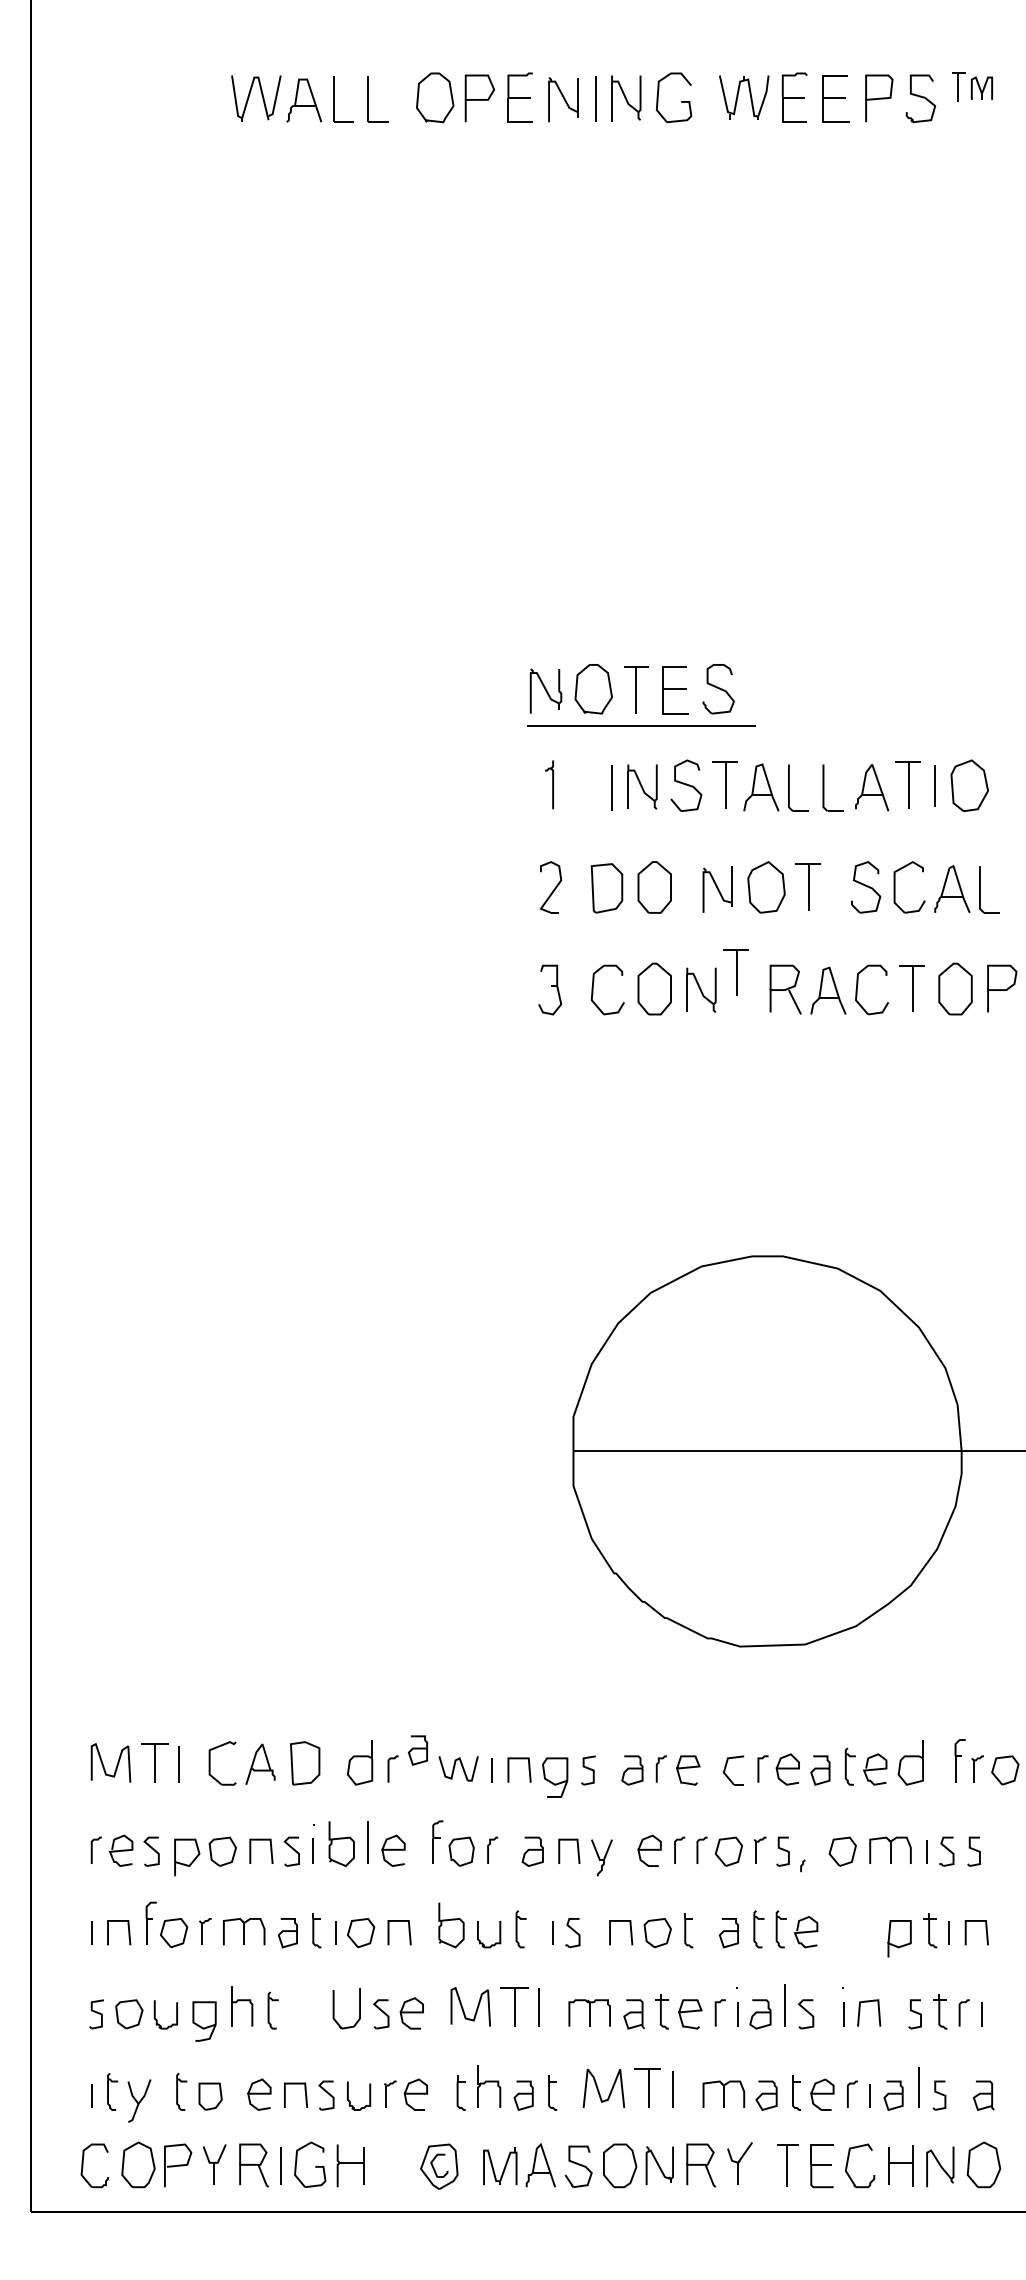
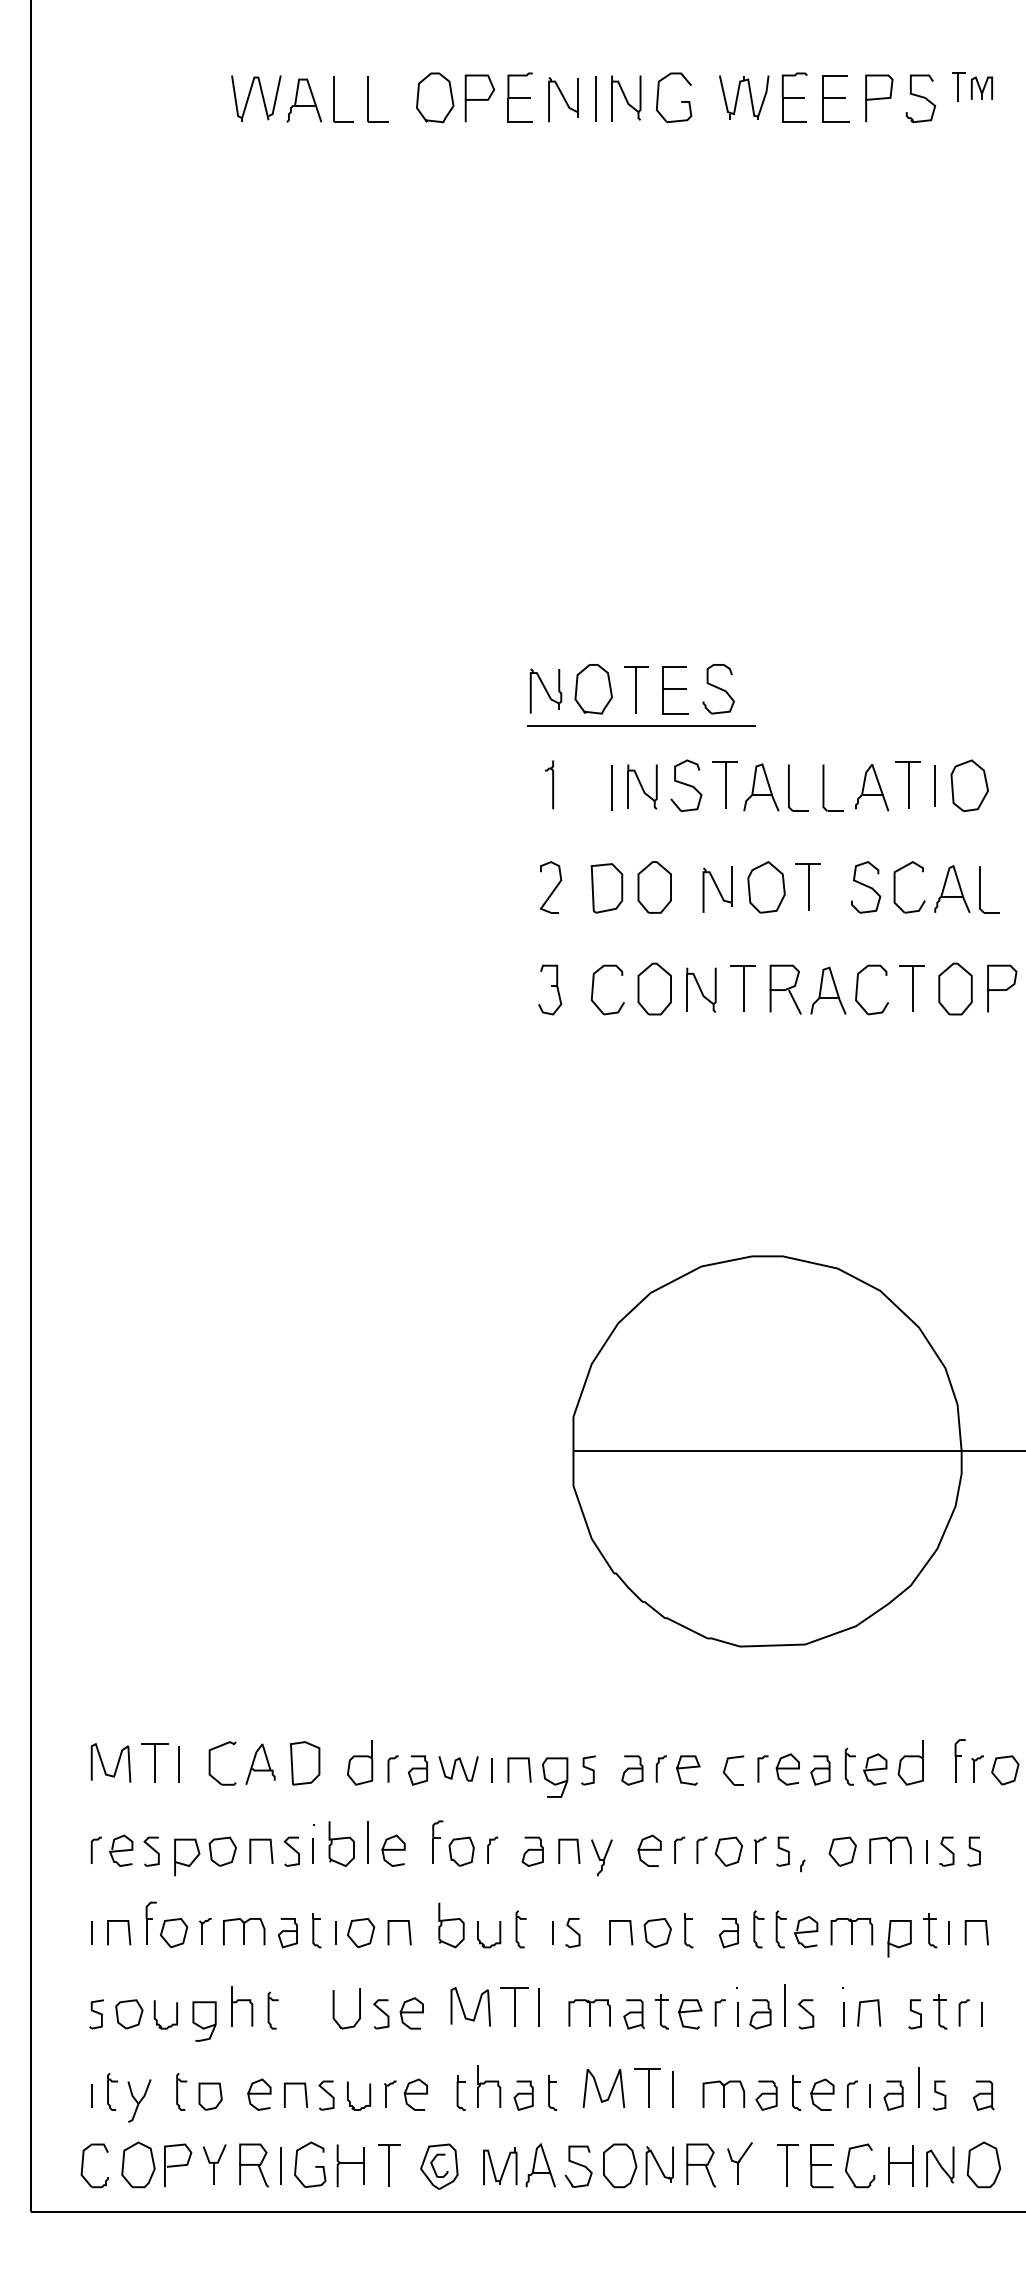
part at (735, 972) position: (735, 972) -> (742, 988)
part at (417, 1750) position: (417, 1750) -> (417, 1770)
part at (851, 1931): none -> present
part at (389, 2165): none -> present
